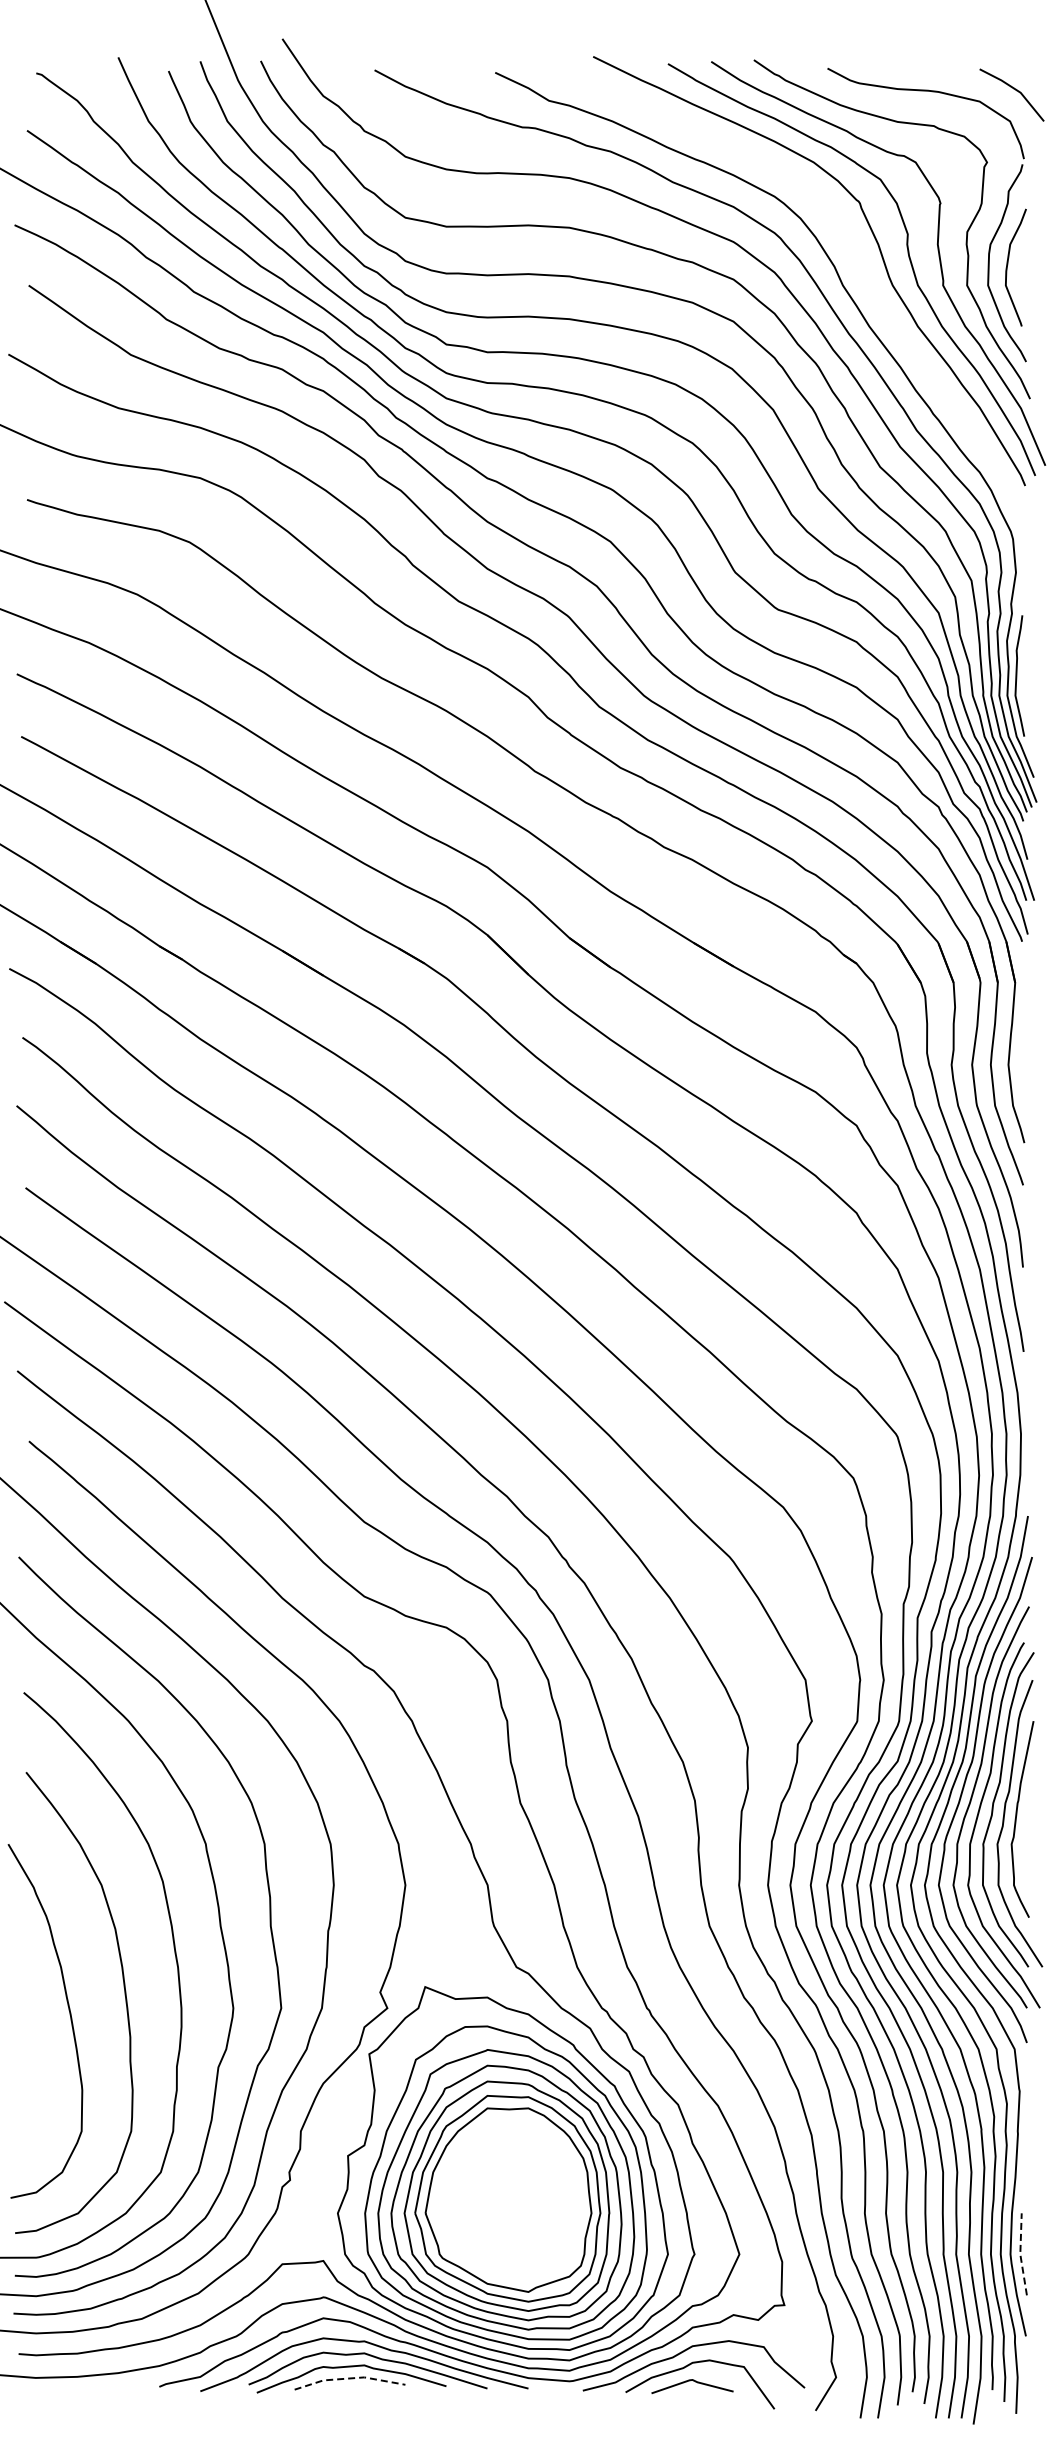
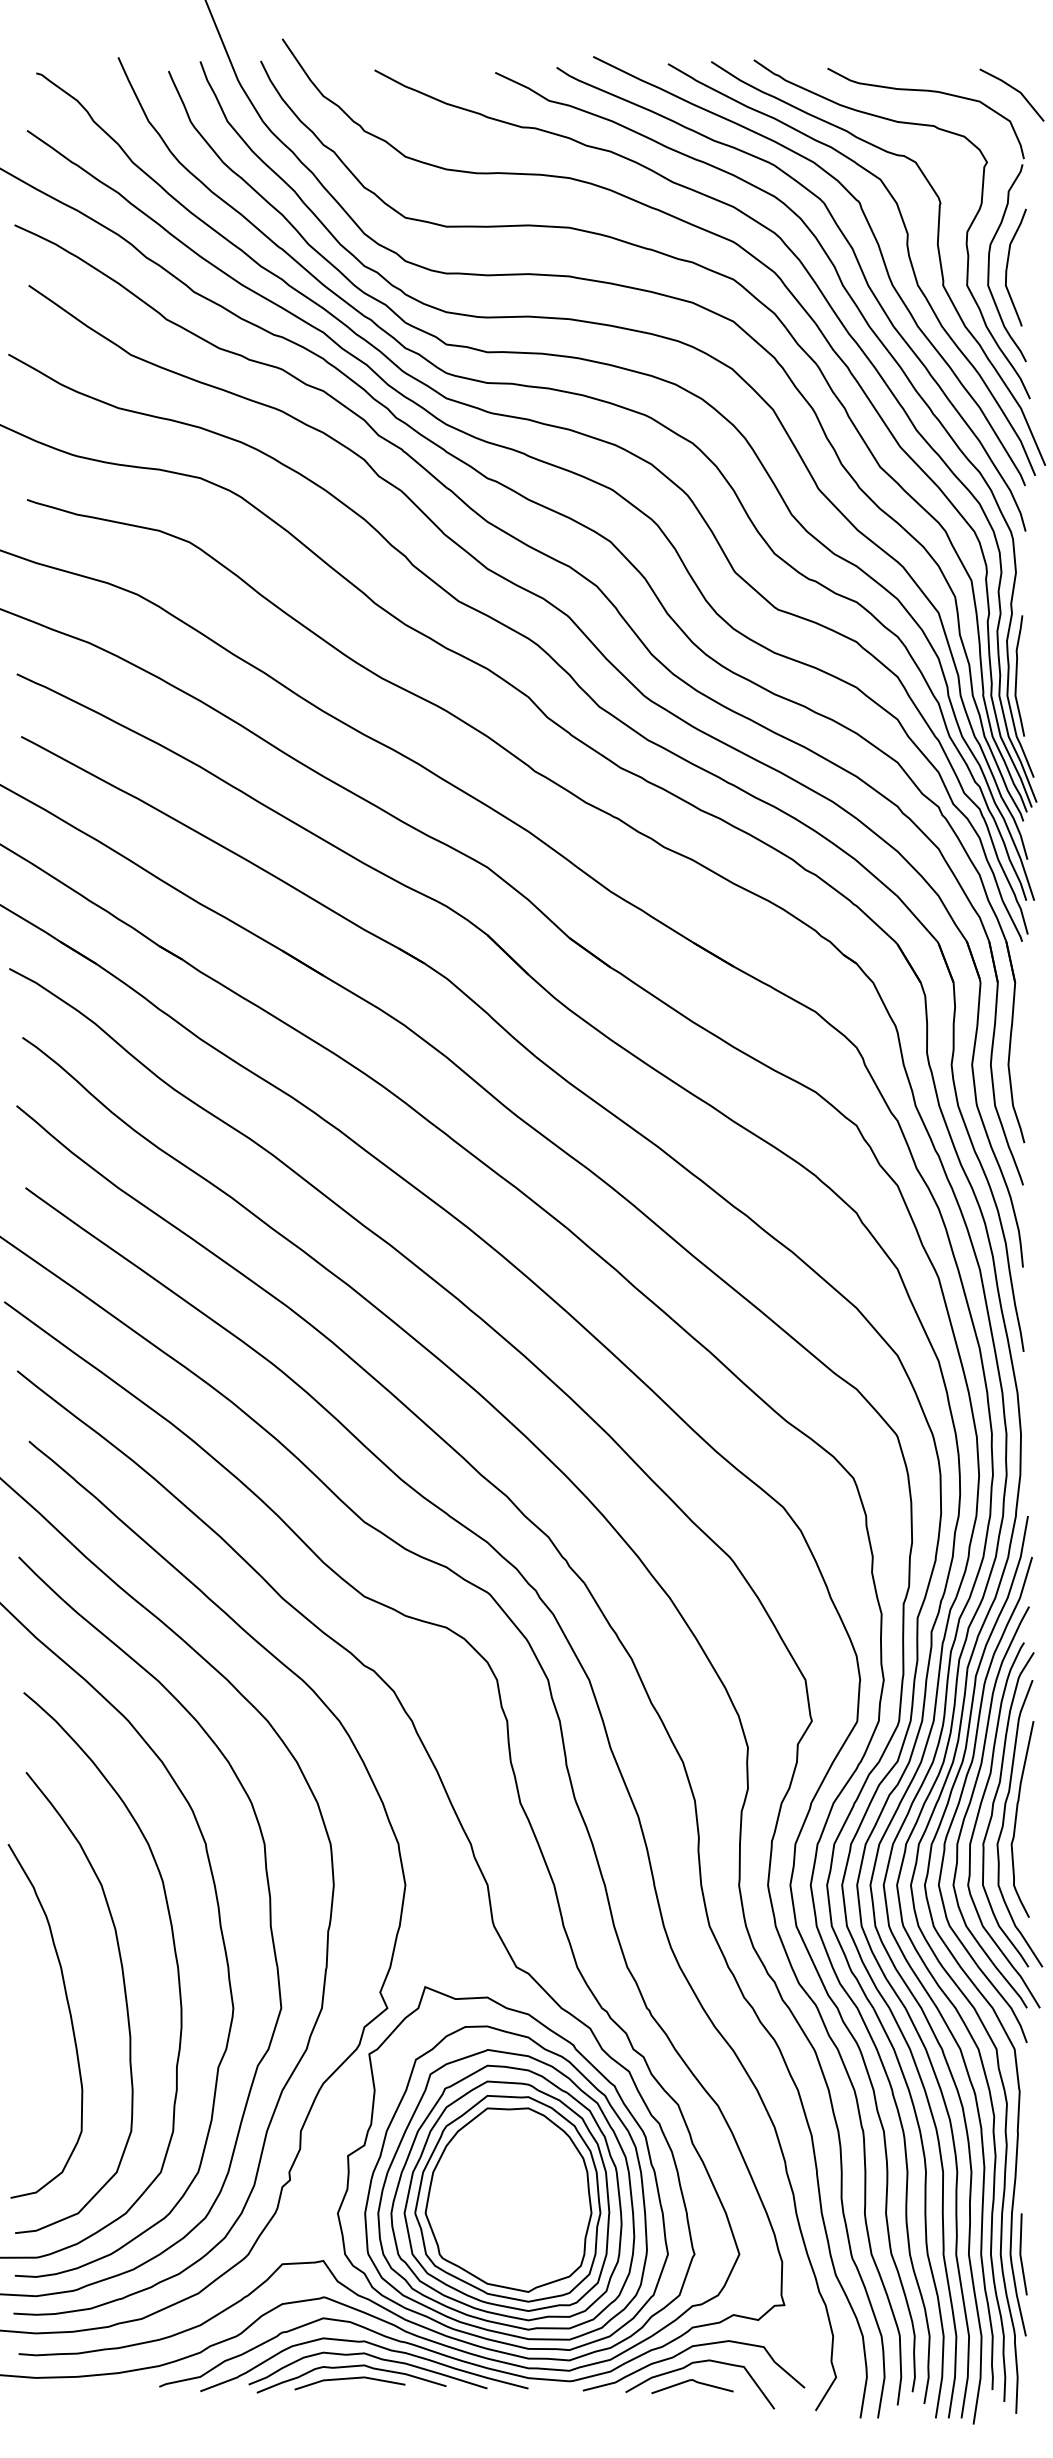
curve at (860, 270): none -> present
line at (1020, 2254): dashed -> solid
line at (349, 2378): dashed -> solid
